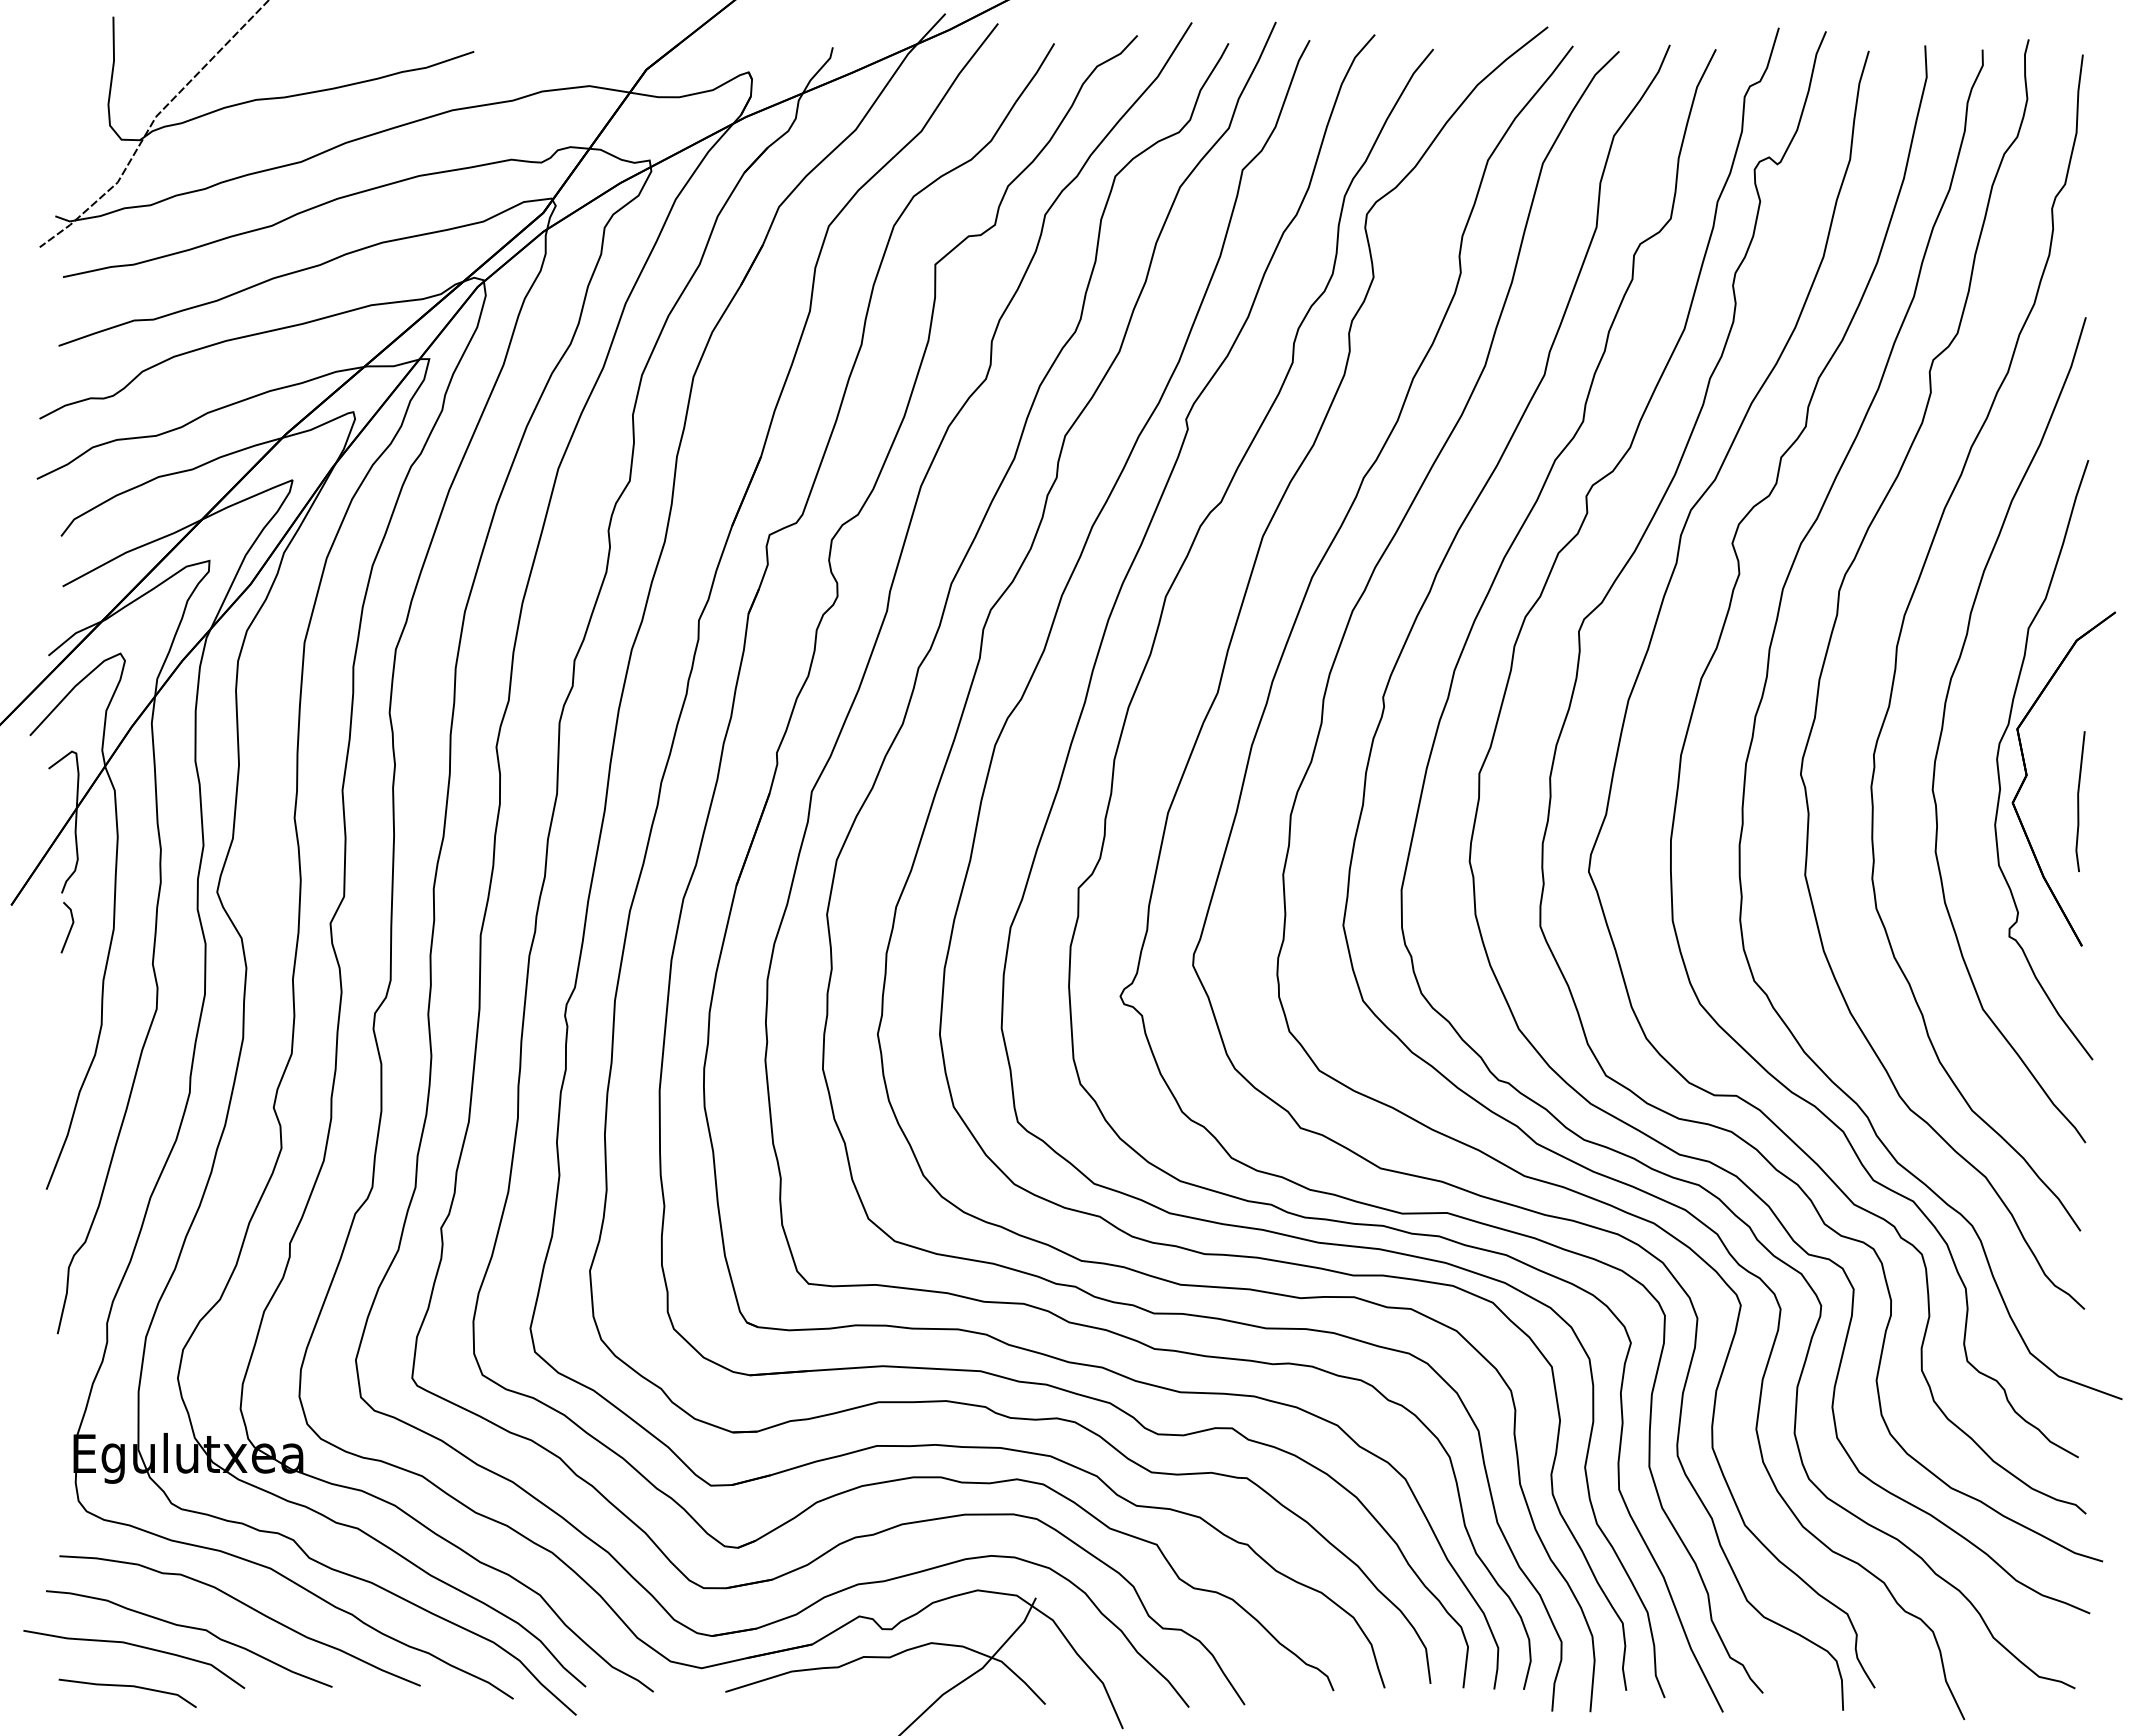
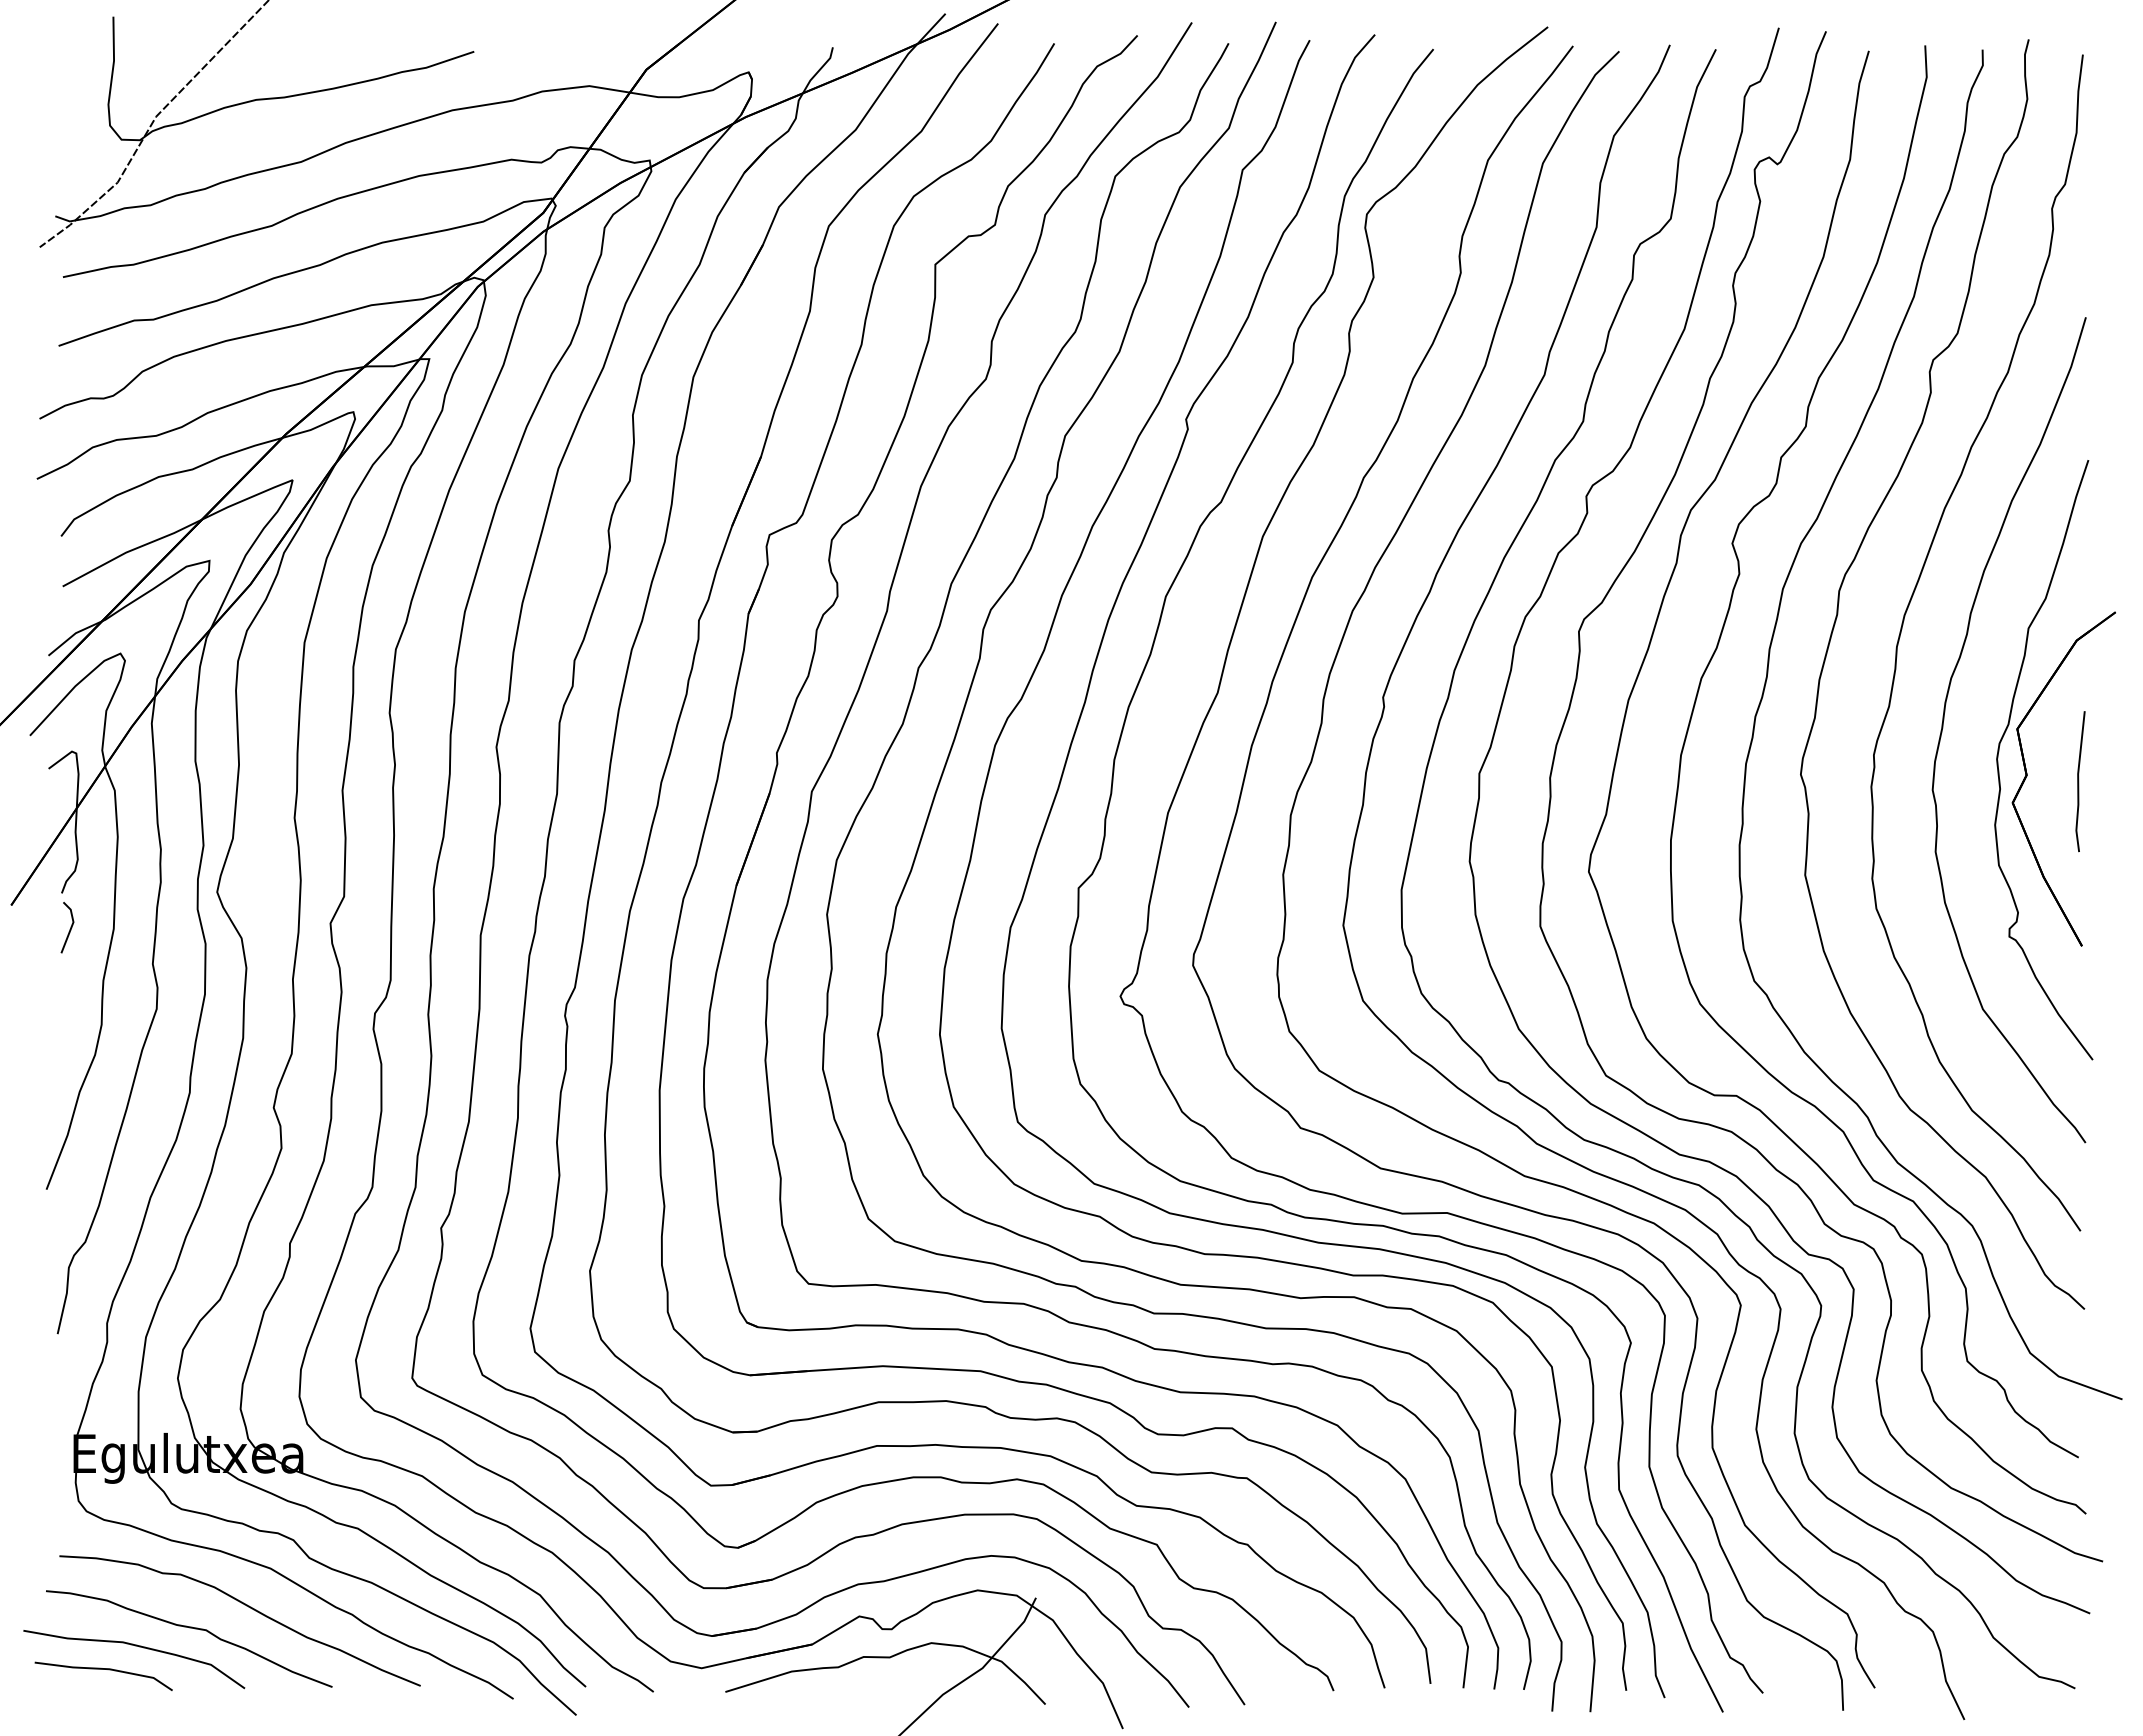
line at (2079, 801) position: (2079, 801) -> (2079, 781)
line at (127, 1686) position: (127, 1686) -> (103, 1669)
